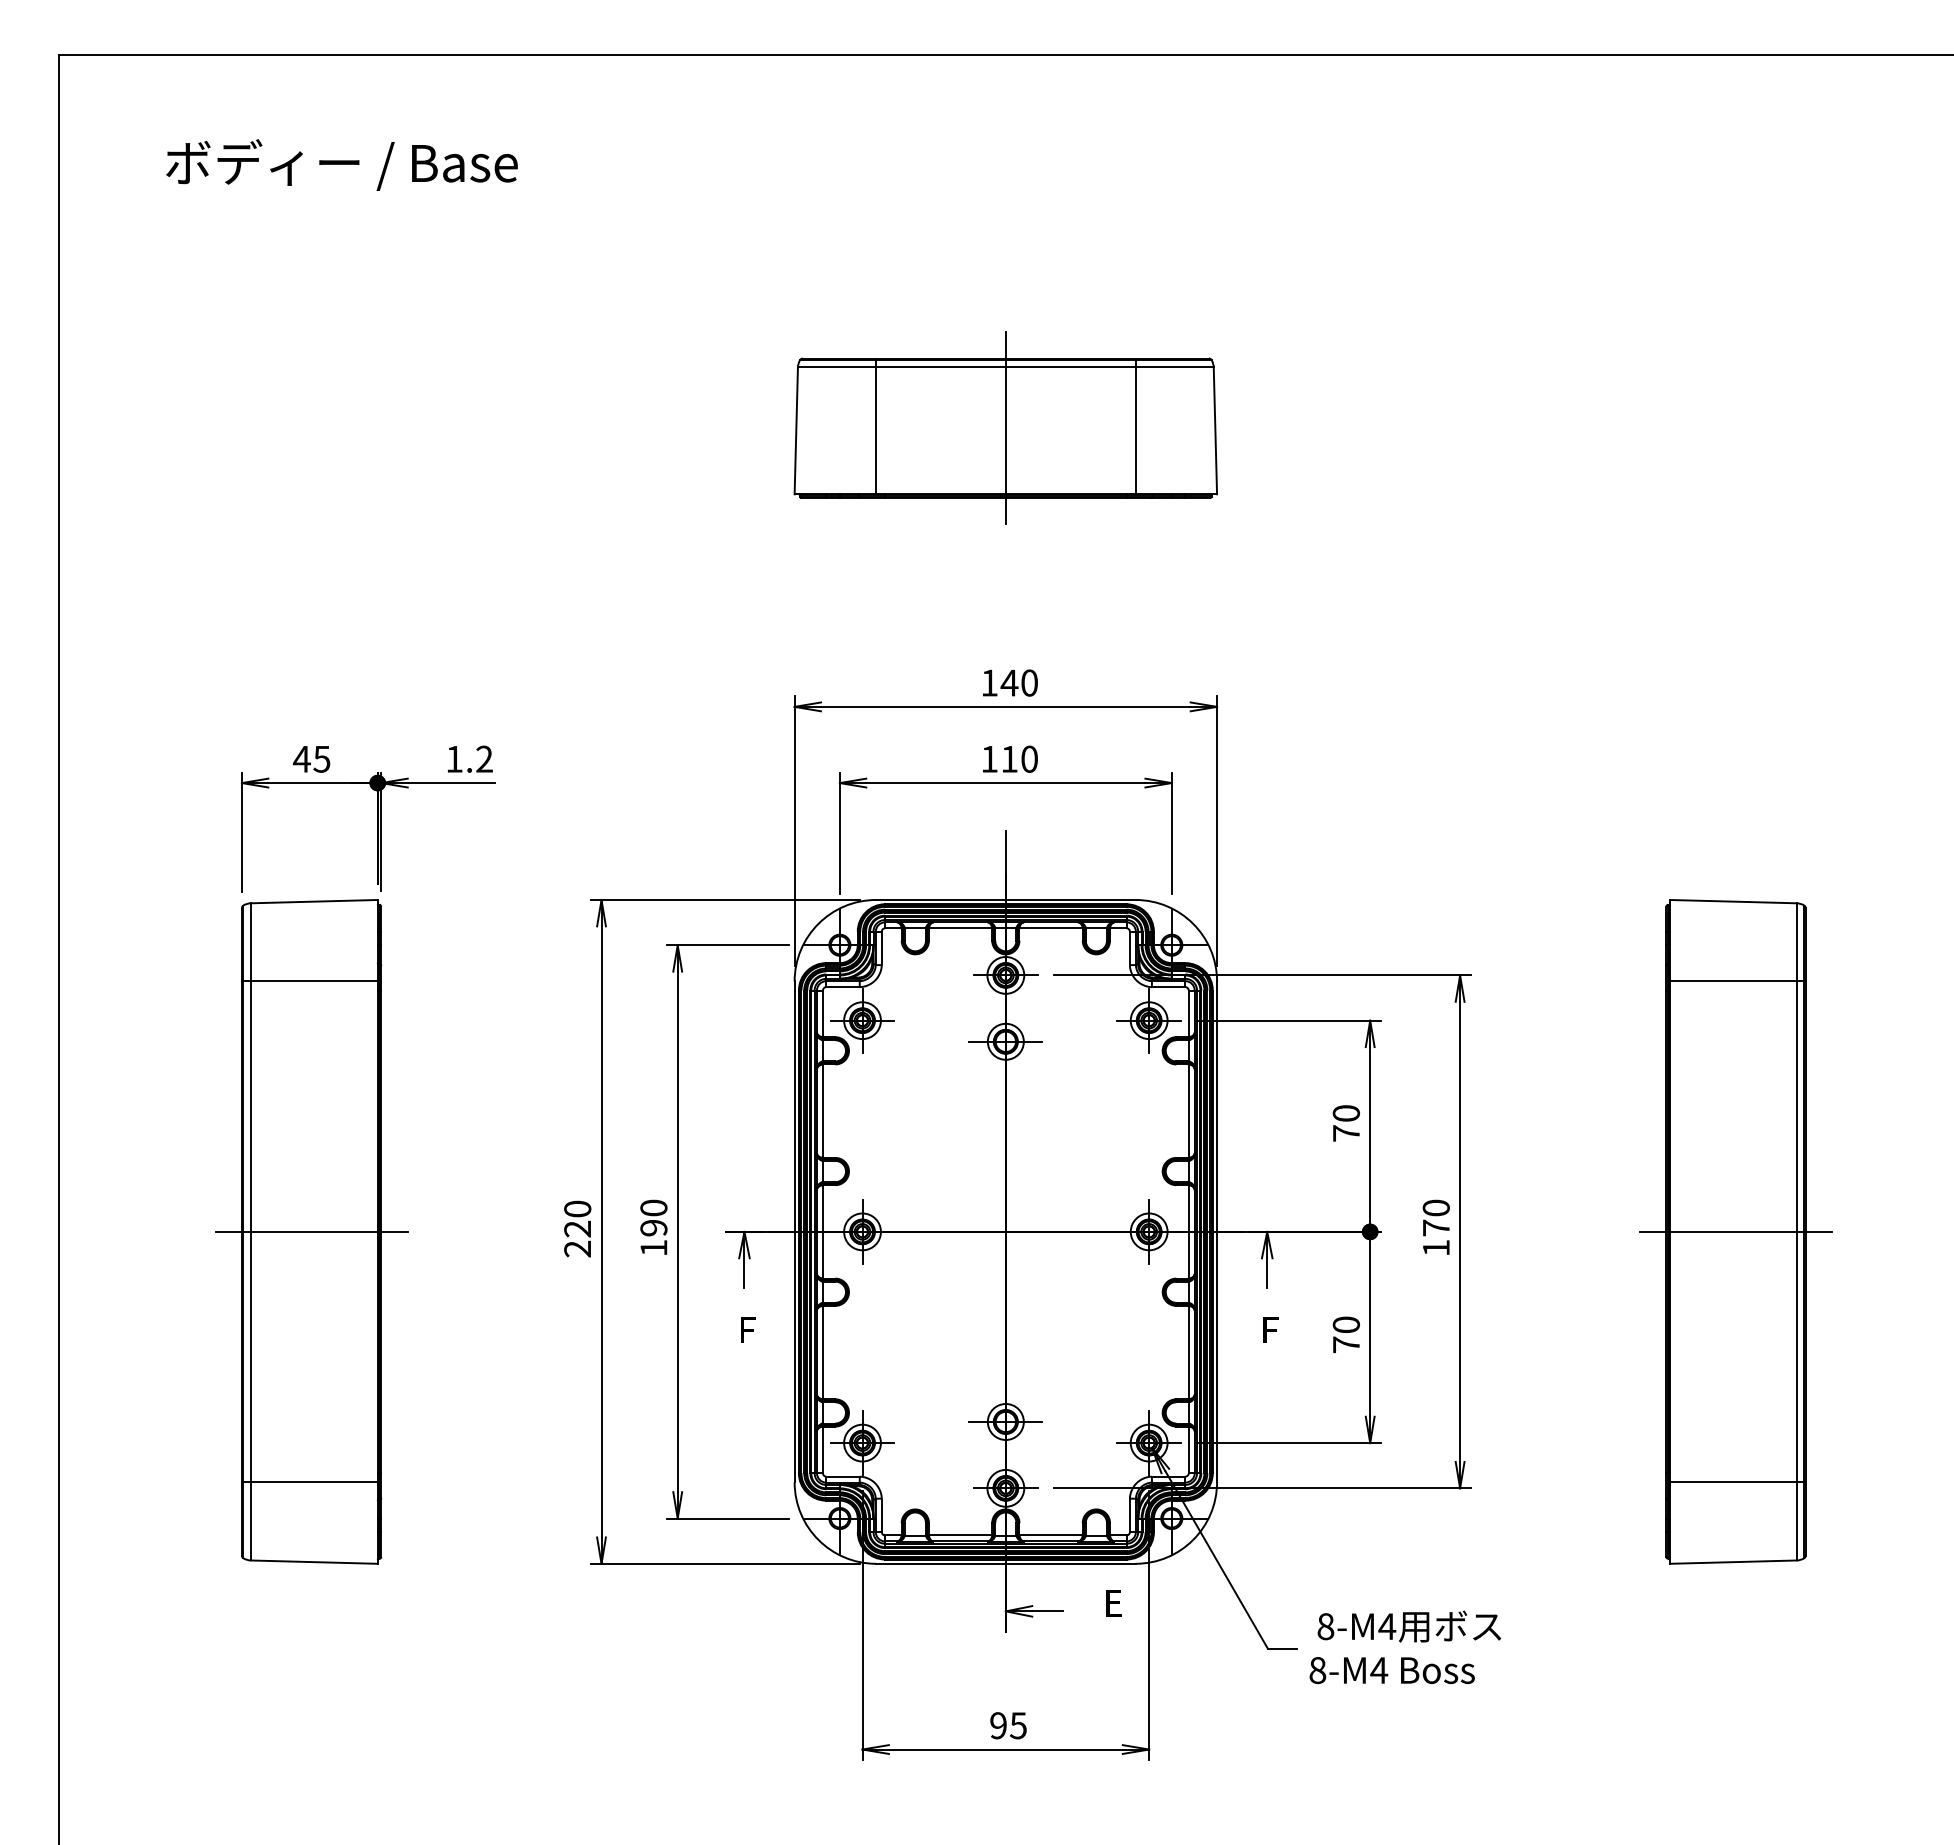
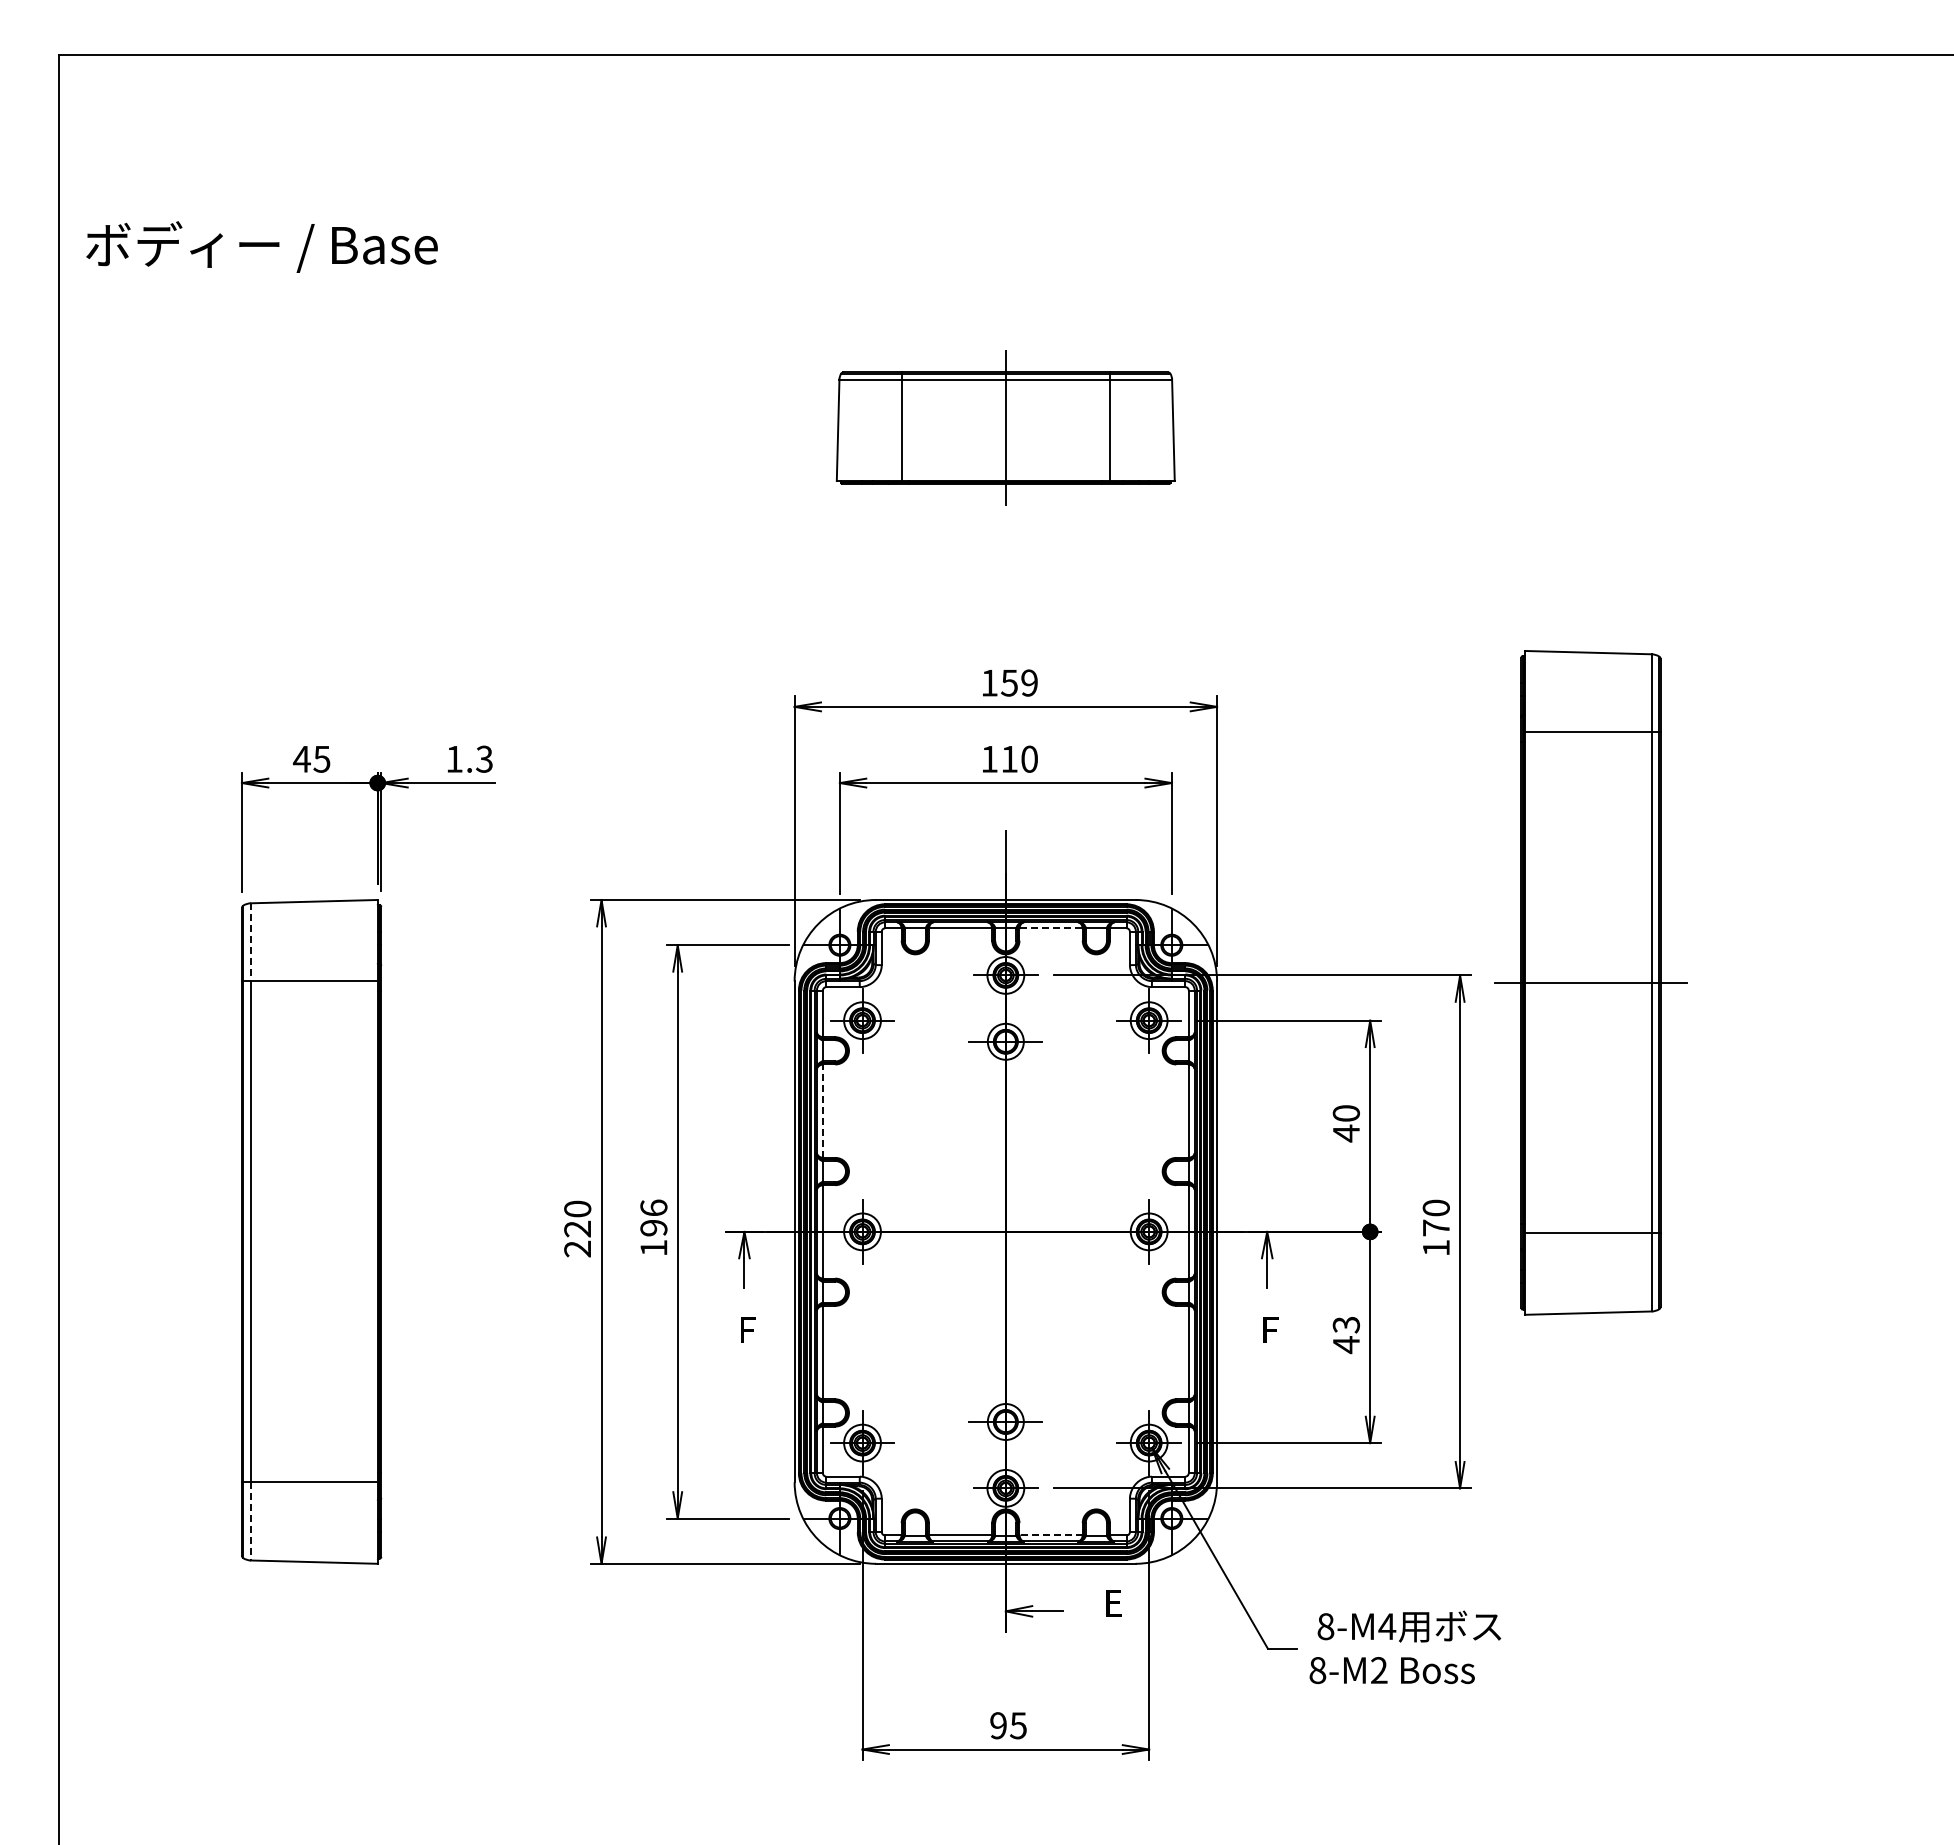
text at (341, 164) position: (341, 164) -> (261, 246)
part at (1005, 427) size: 425x194 px -> 341x156 px
text at (1018, 682): 140 -> 159
text at (484, 759): 1.2 -> 1.3
line at (1051, 928): solid -> dashed
line at (250, 942): solid -> dashed
line at (822, 1111): solid -> dashed
text at (1346, 1133): 70 -> 40
text at (653, 1207): 190 -> 196
line at (311, 1231): present -> none
part at (1735, 1231) position: (1735, 1231) -> (1590, 982)
text at (1345, 1335): 70 -> 43
line at (250, 1521): solid -> dashed
line at (1051, 1535): solid -> dashed
text at (1379, 1670): 8-M4 -> 8-M2
